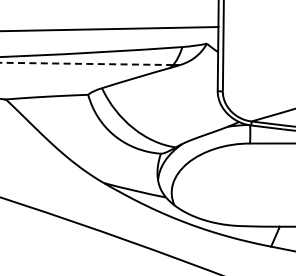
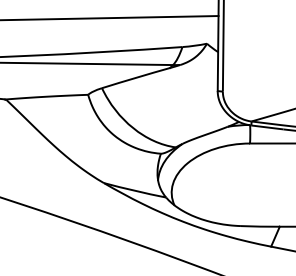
line at (110, 29) position: (110, 29) -> (110, 18)
line at (86, 63): dashed -> solid
